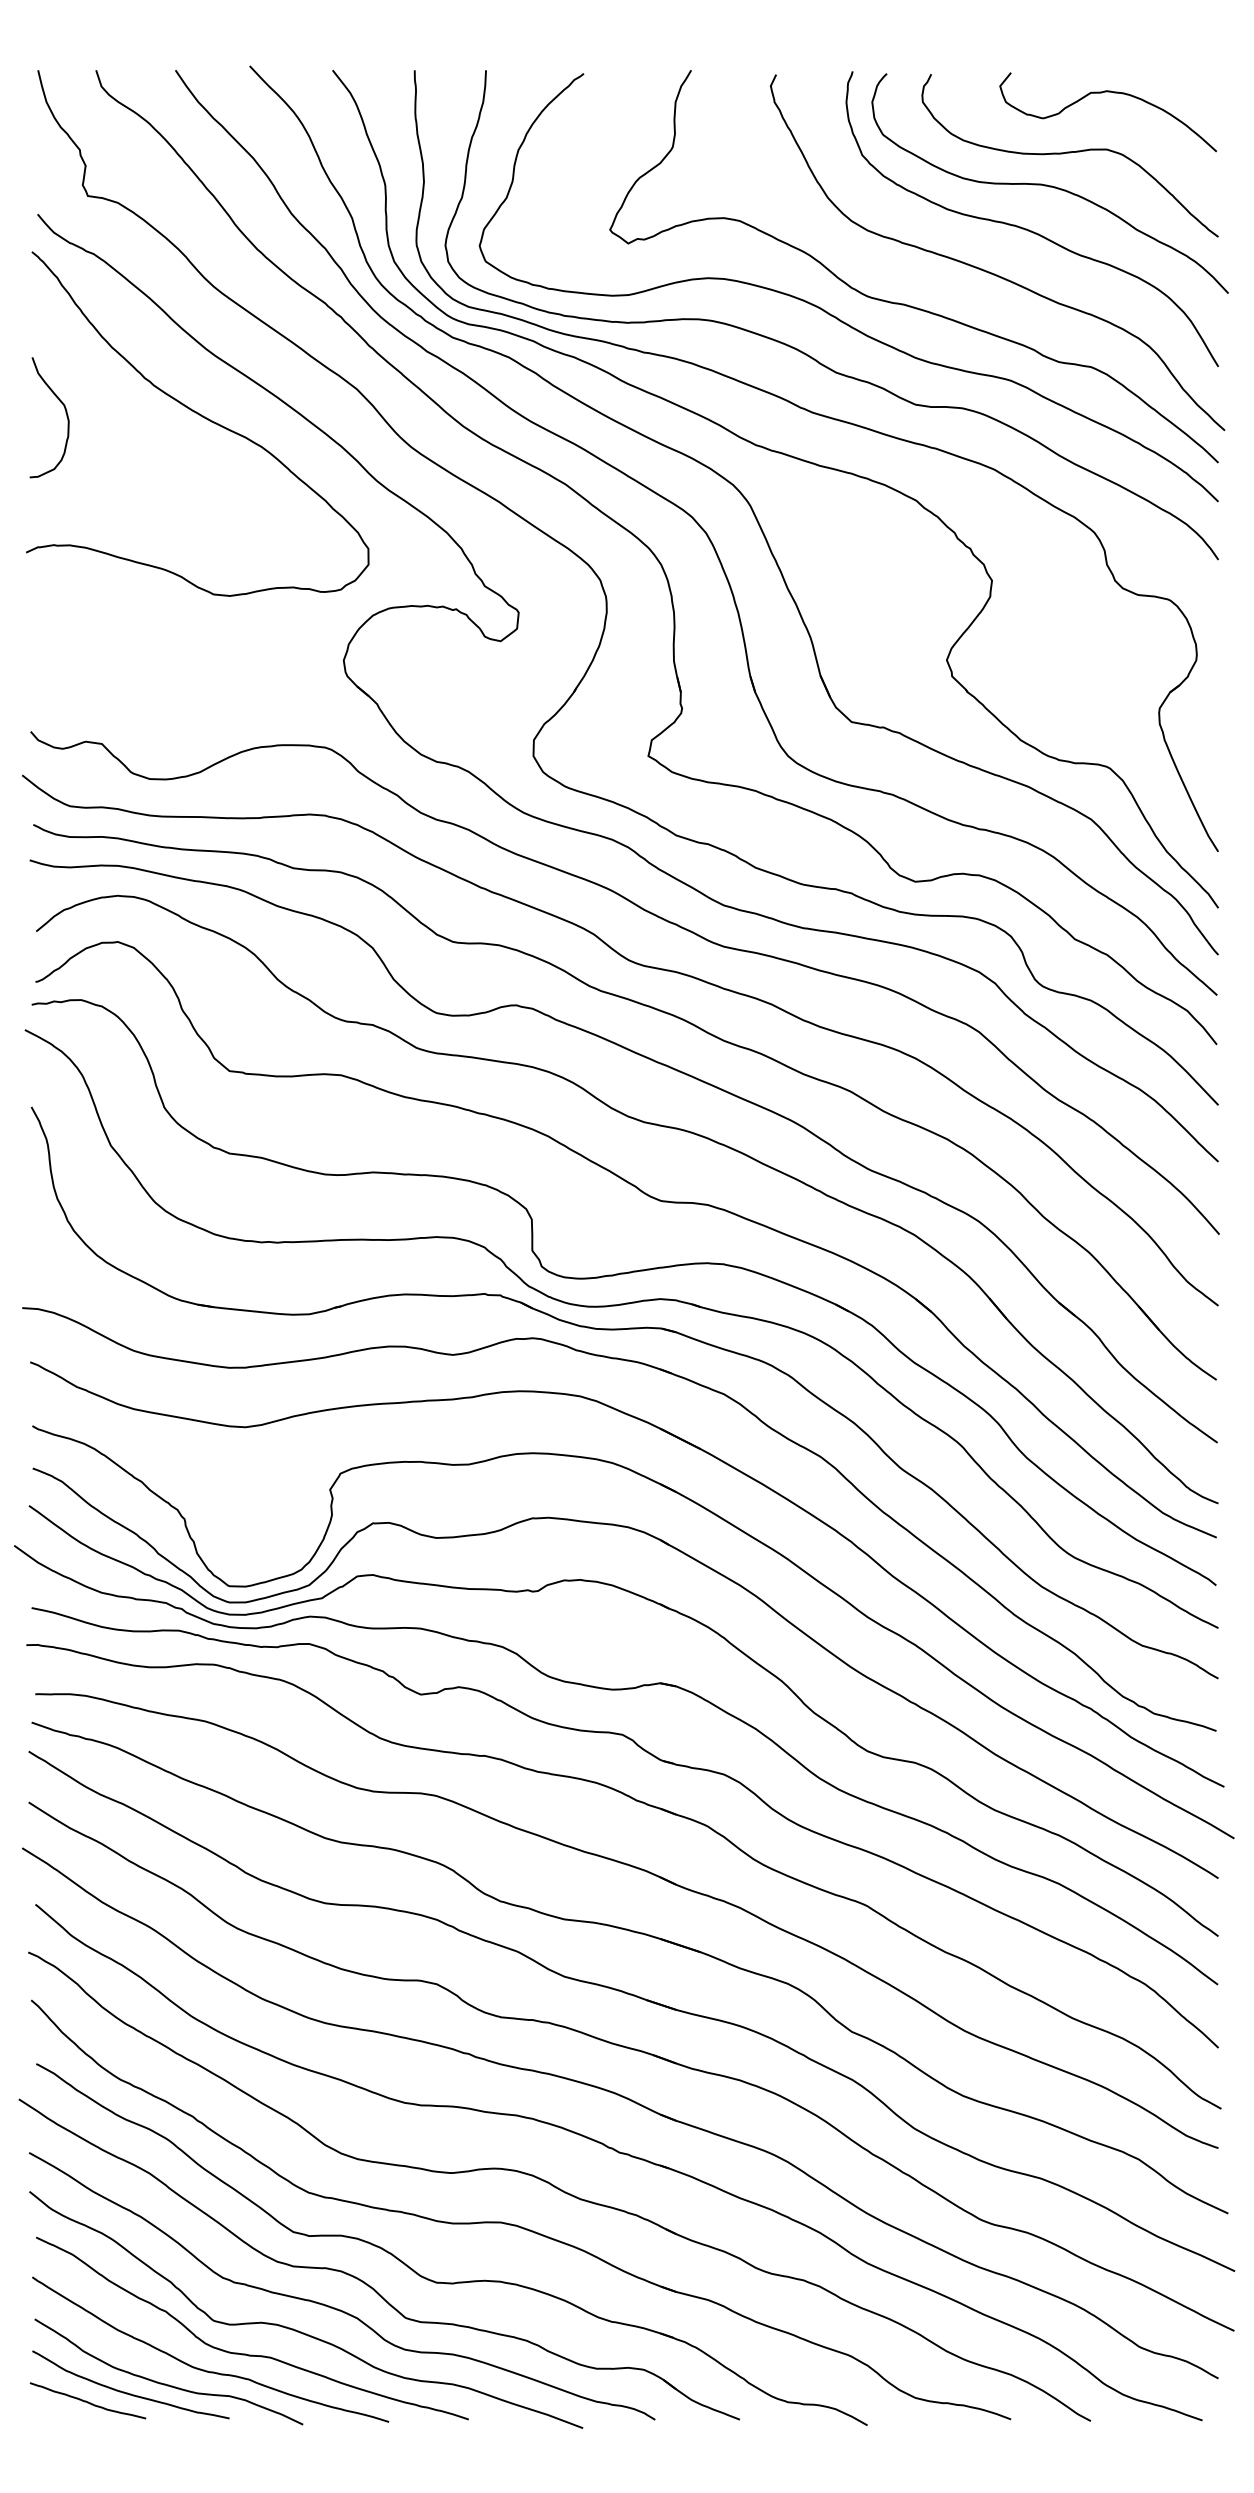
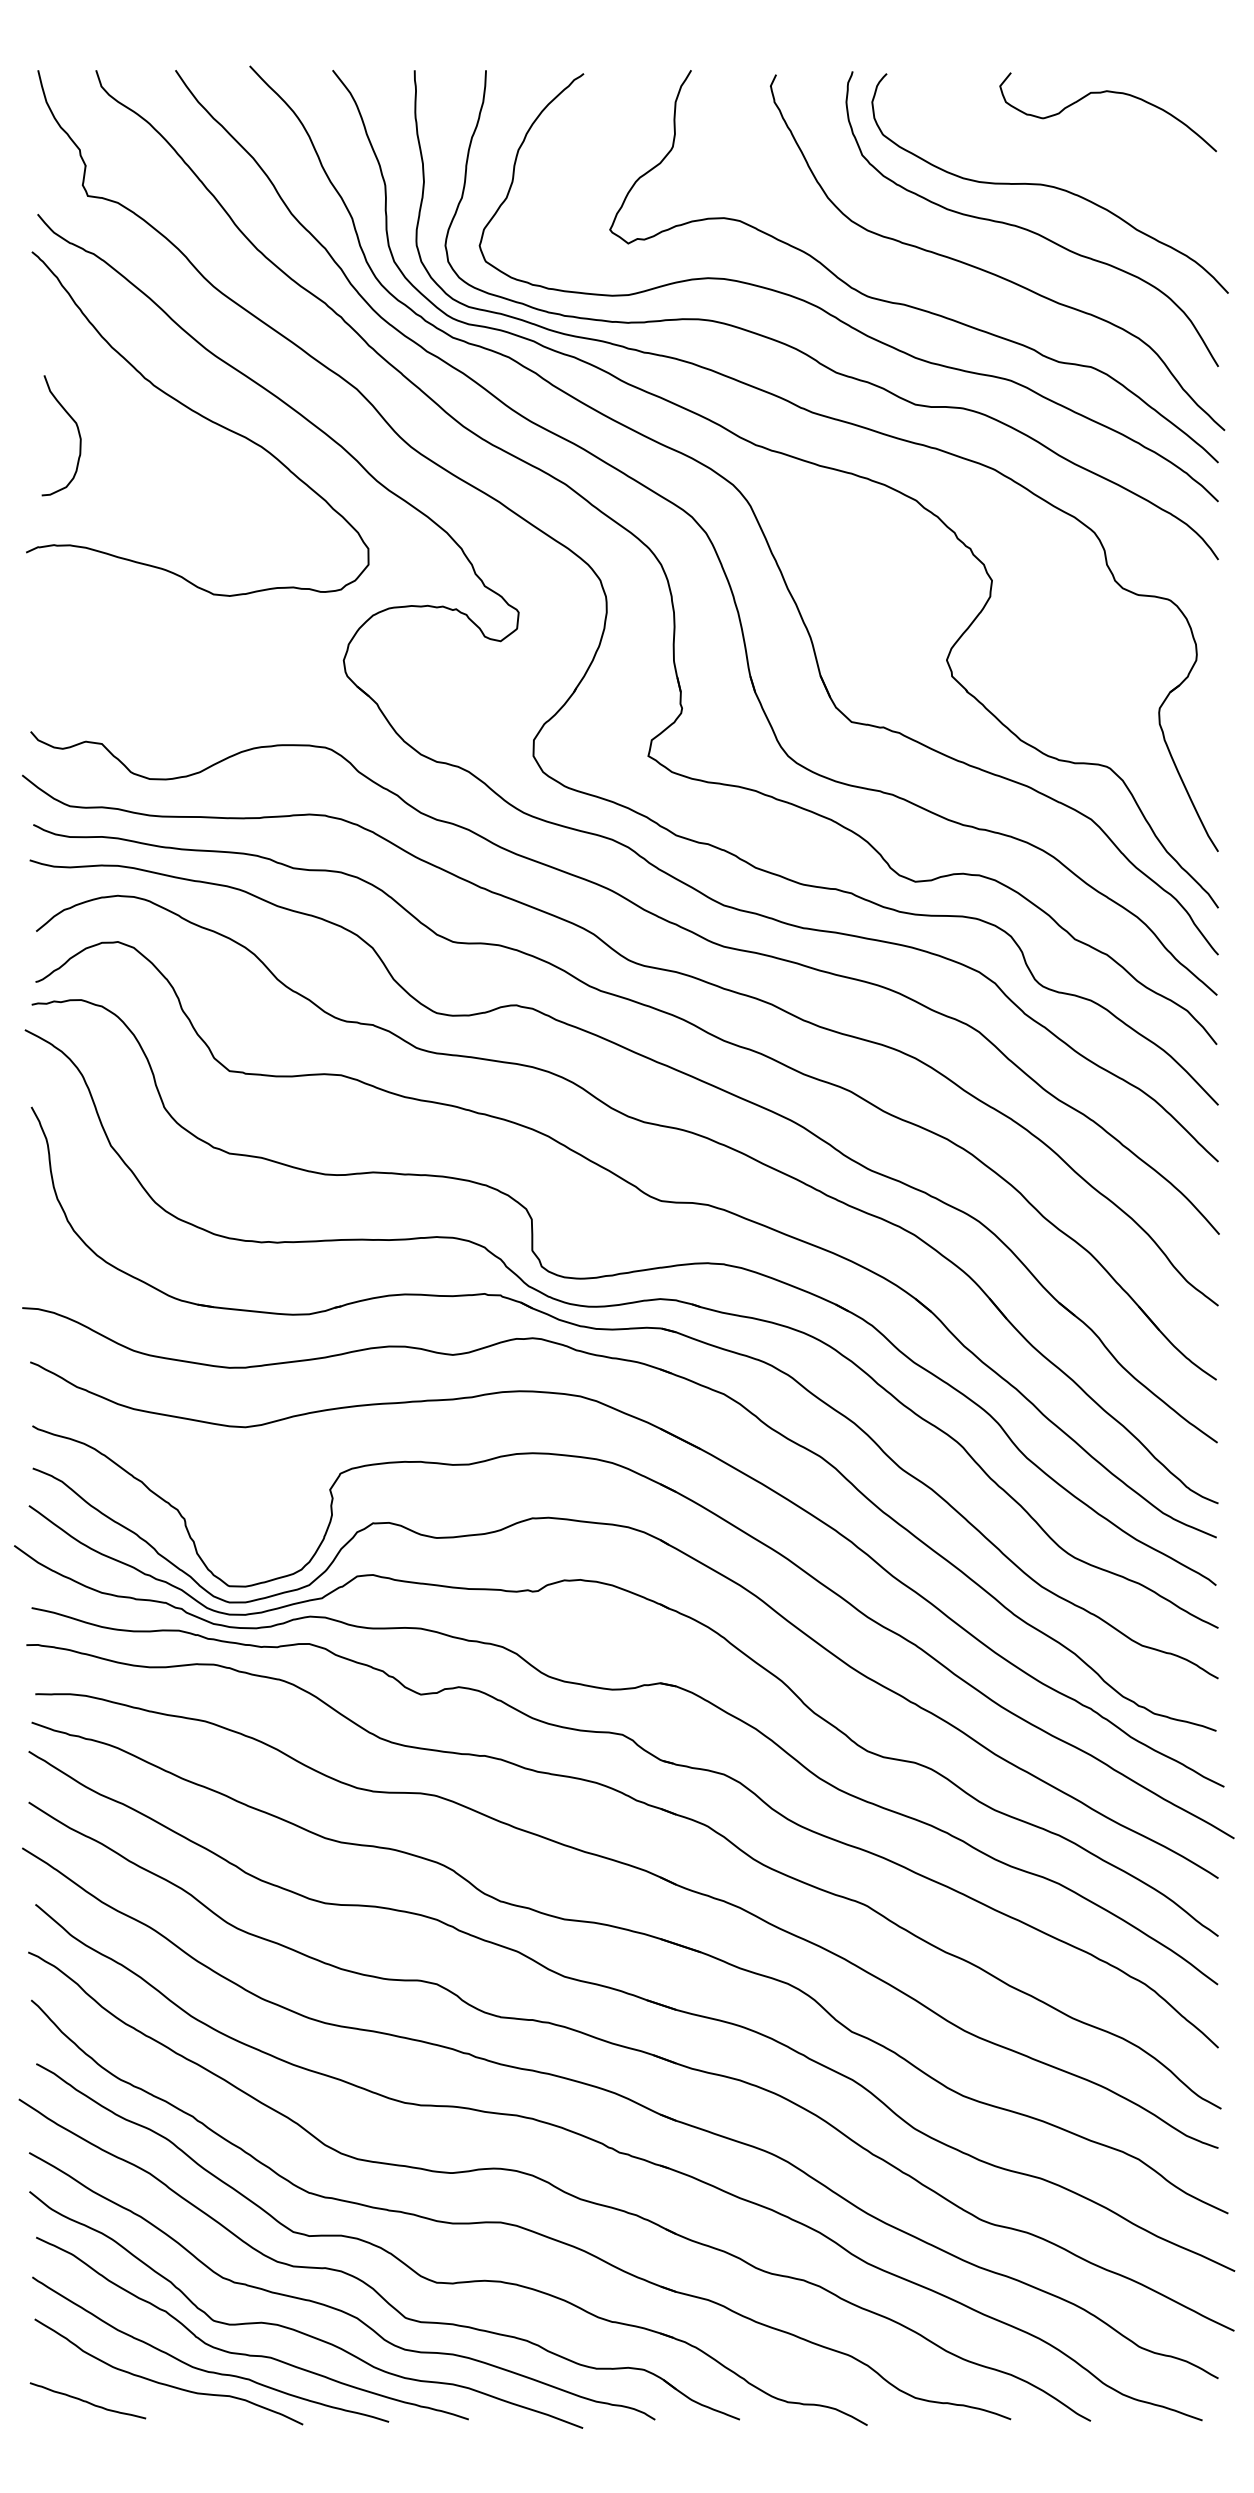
curve at (1069, 153): present -> none
curve at (65, 412) position: (65, 412) -> (77, 430)
curve at (127, 2392): present -> none
